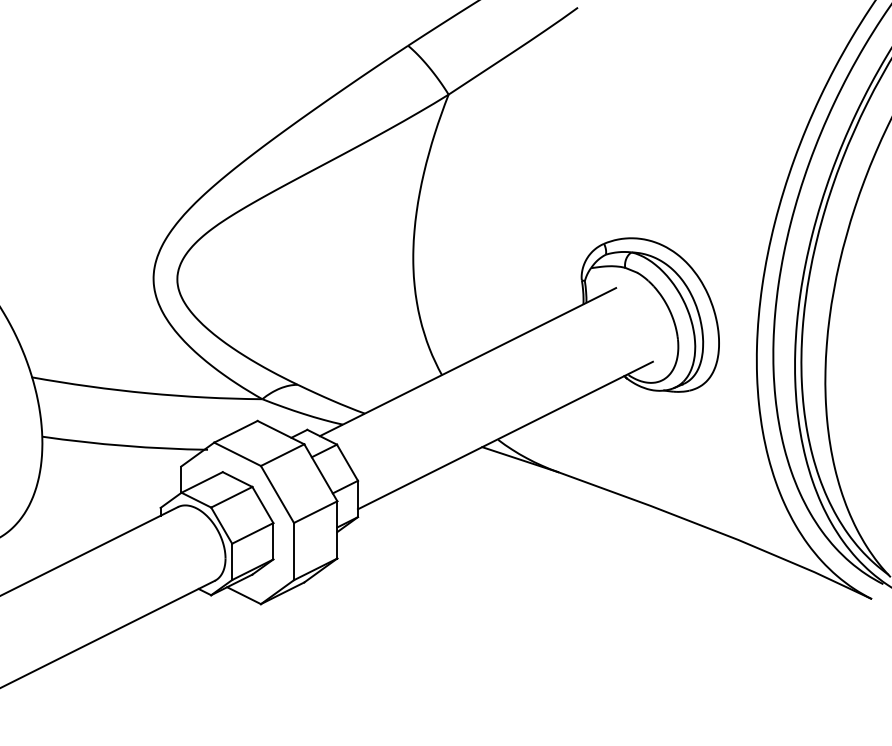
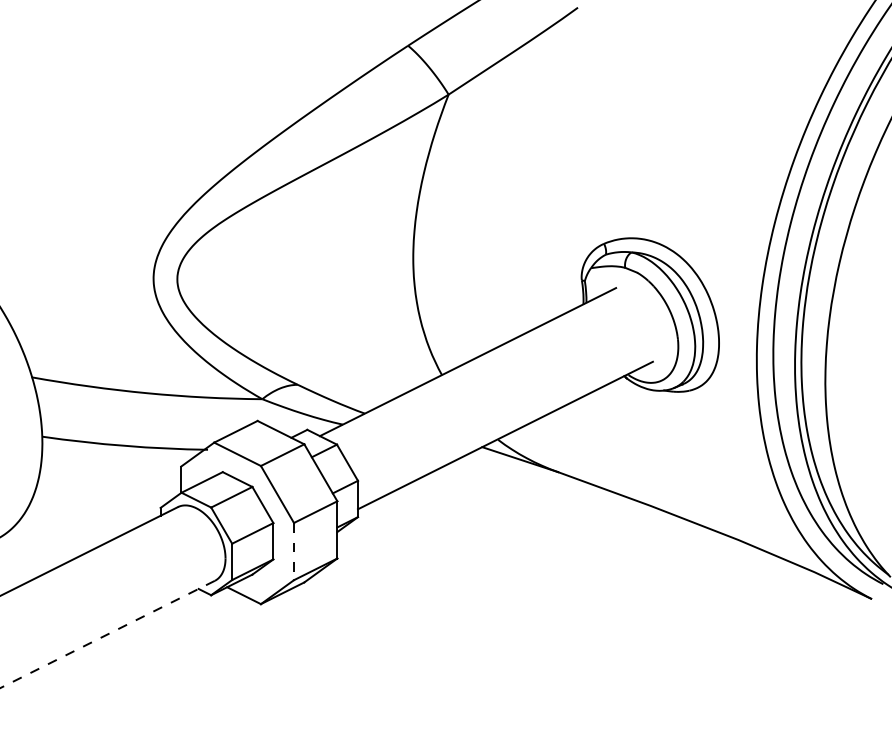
line at (293, 551): solid -> dashed
line at (107, 634): solid -> dashed
